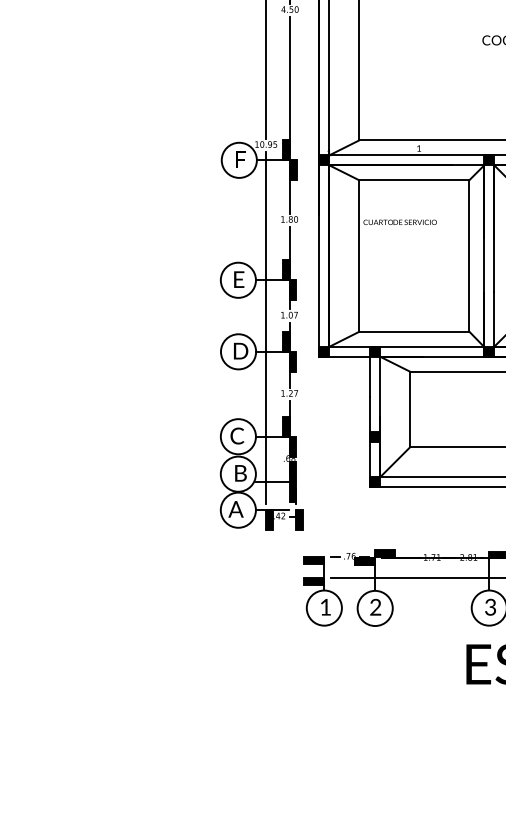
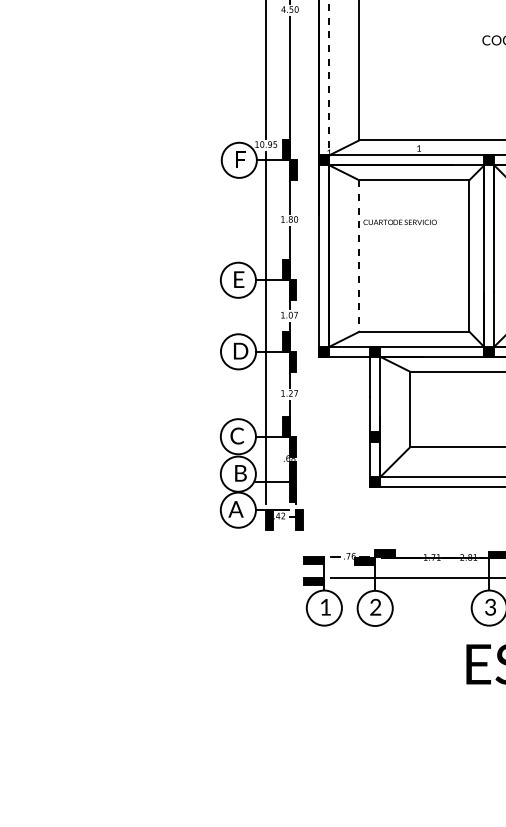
line at (329, 78): solid -> dashed
line at (359, 256): solid -> dashed
